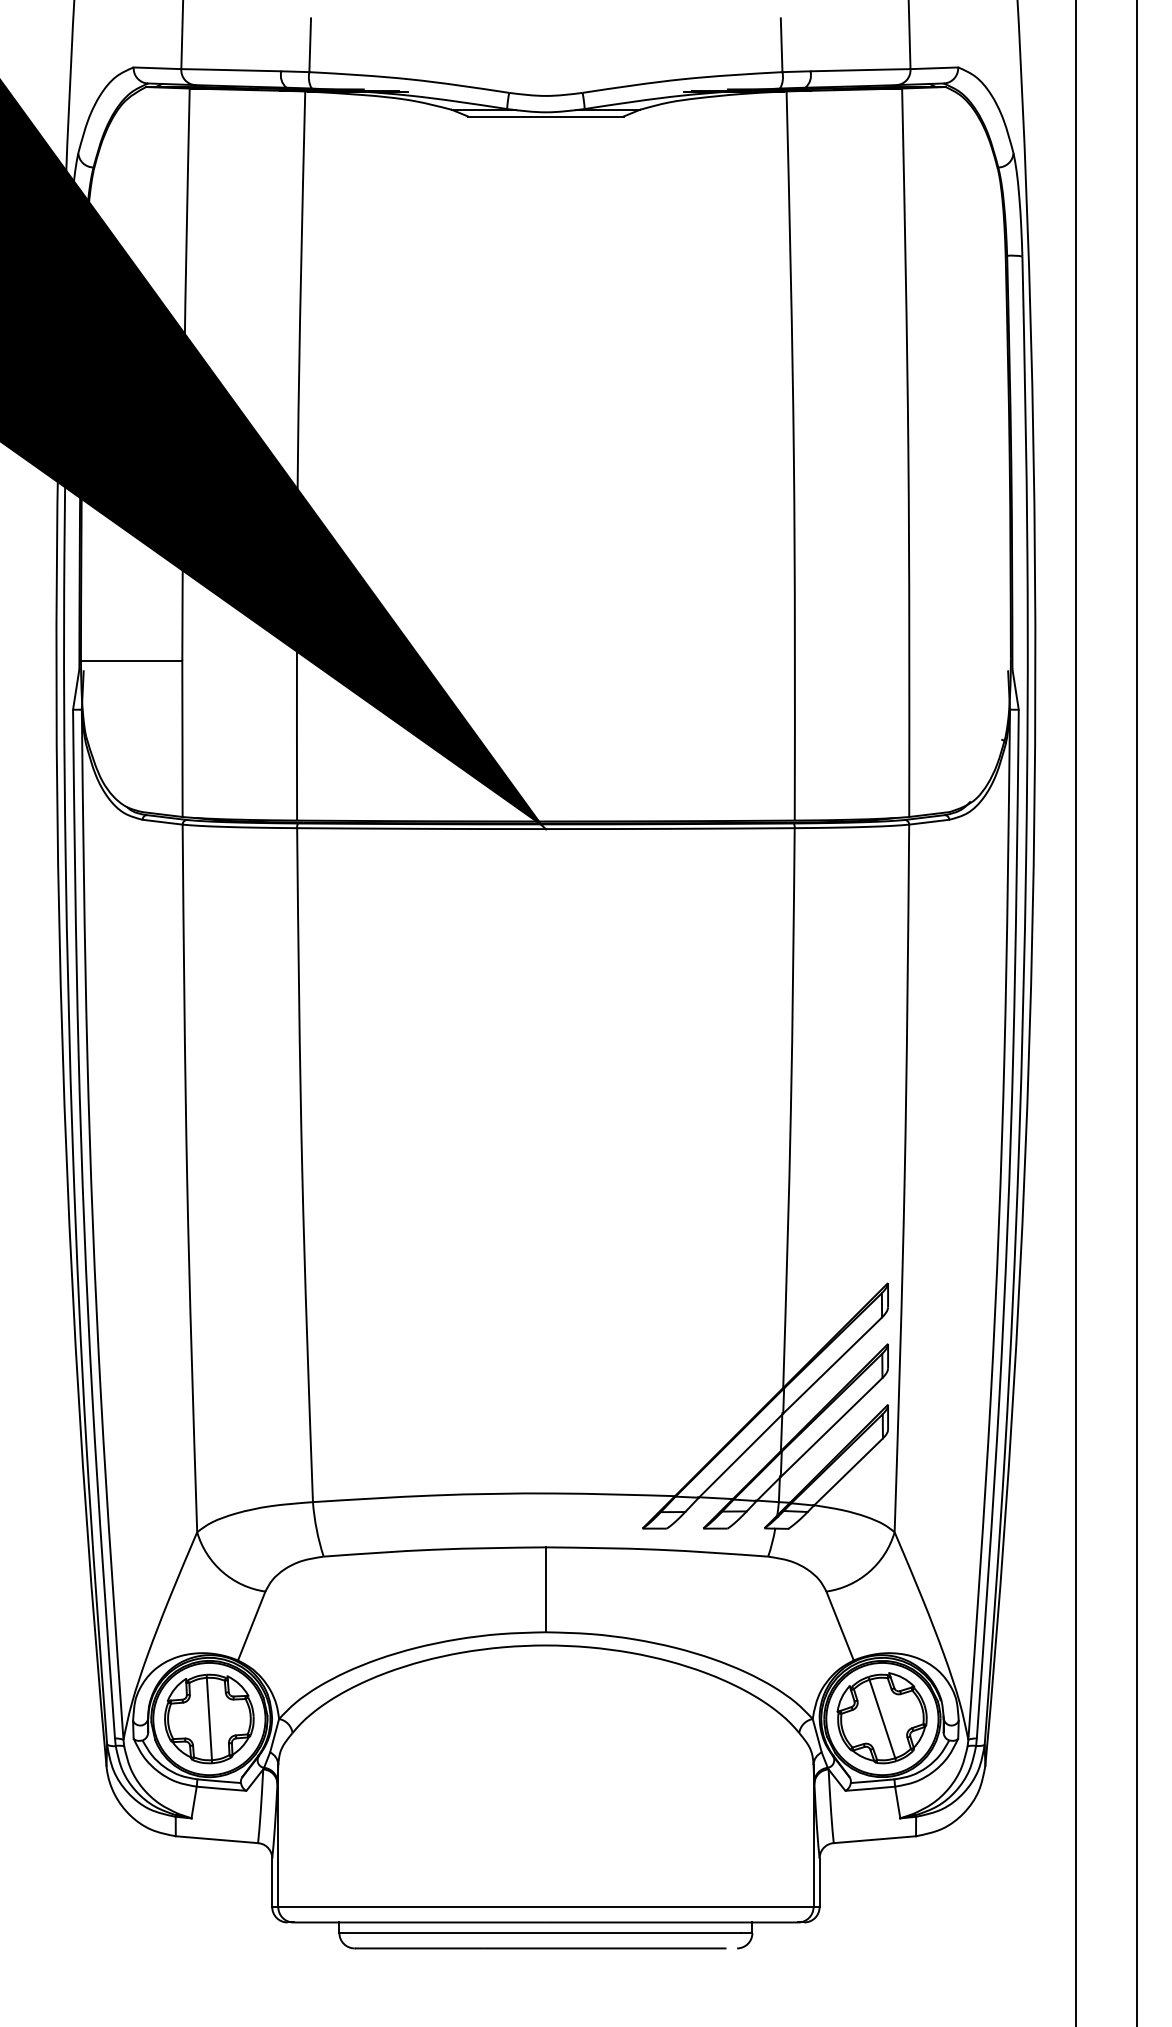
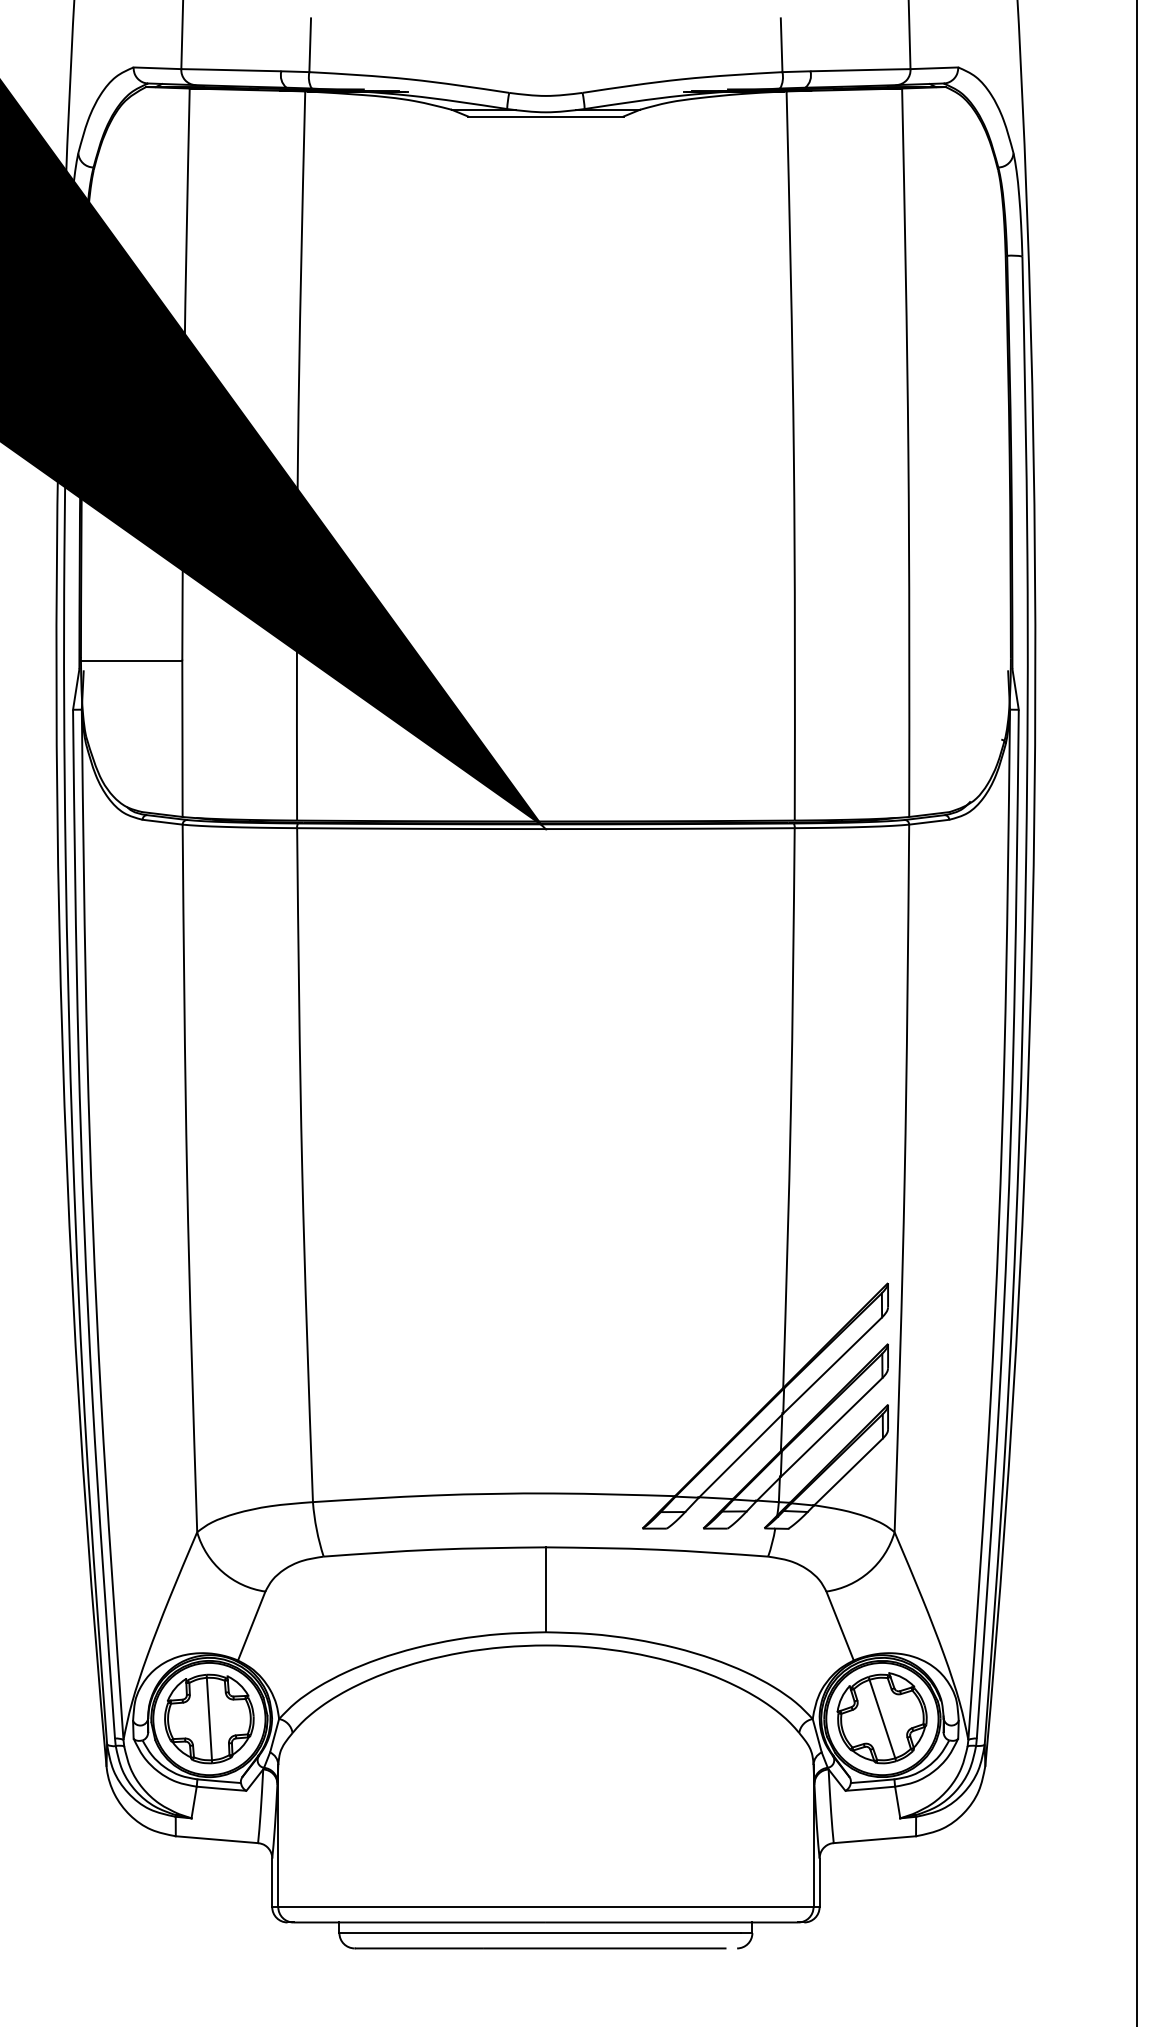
line at (1075, 1012): present -> none
